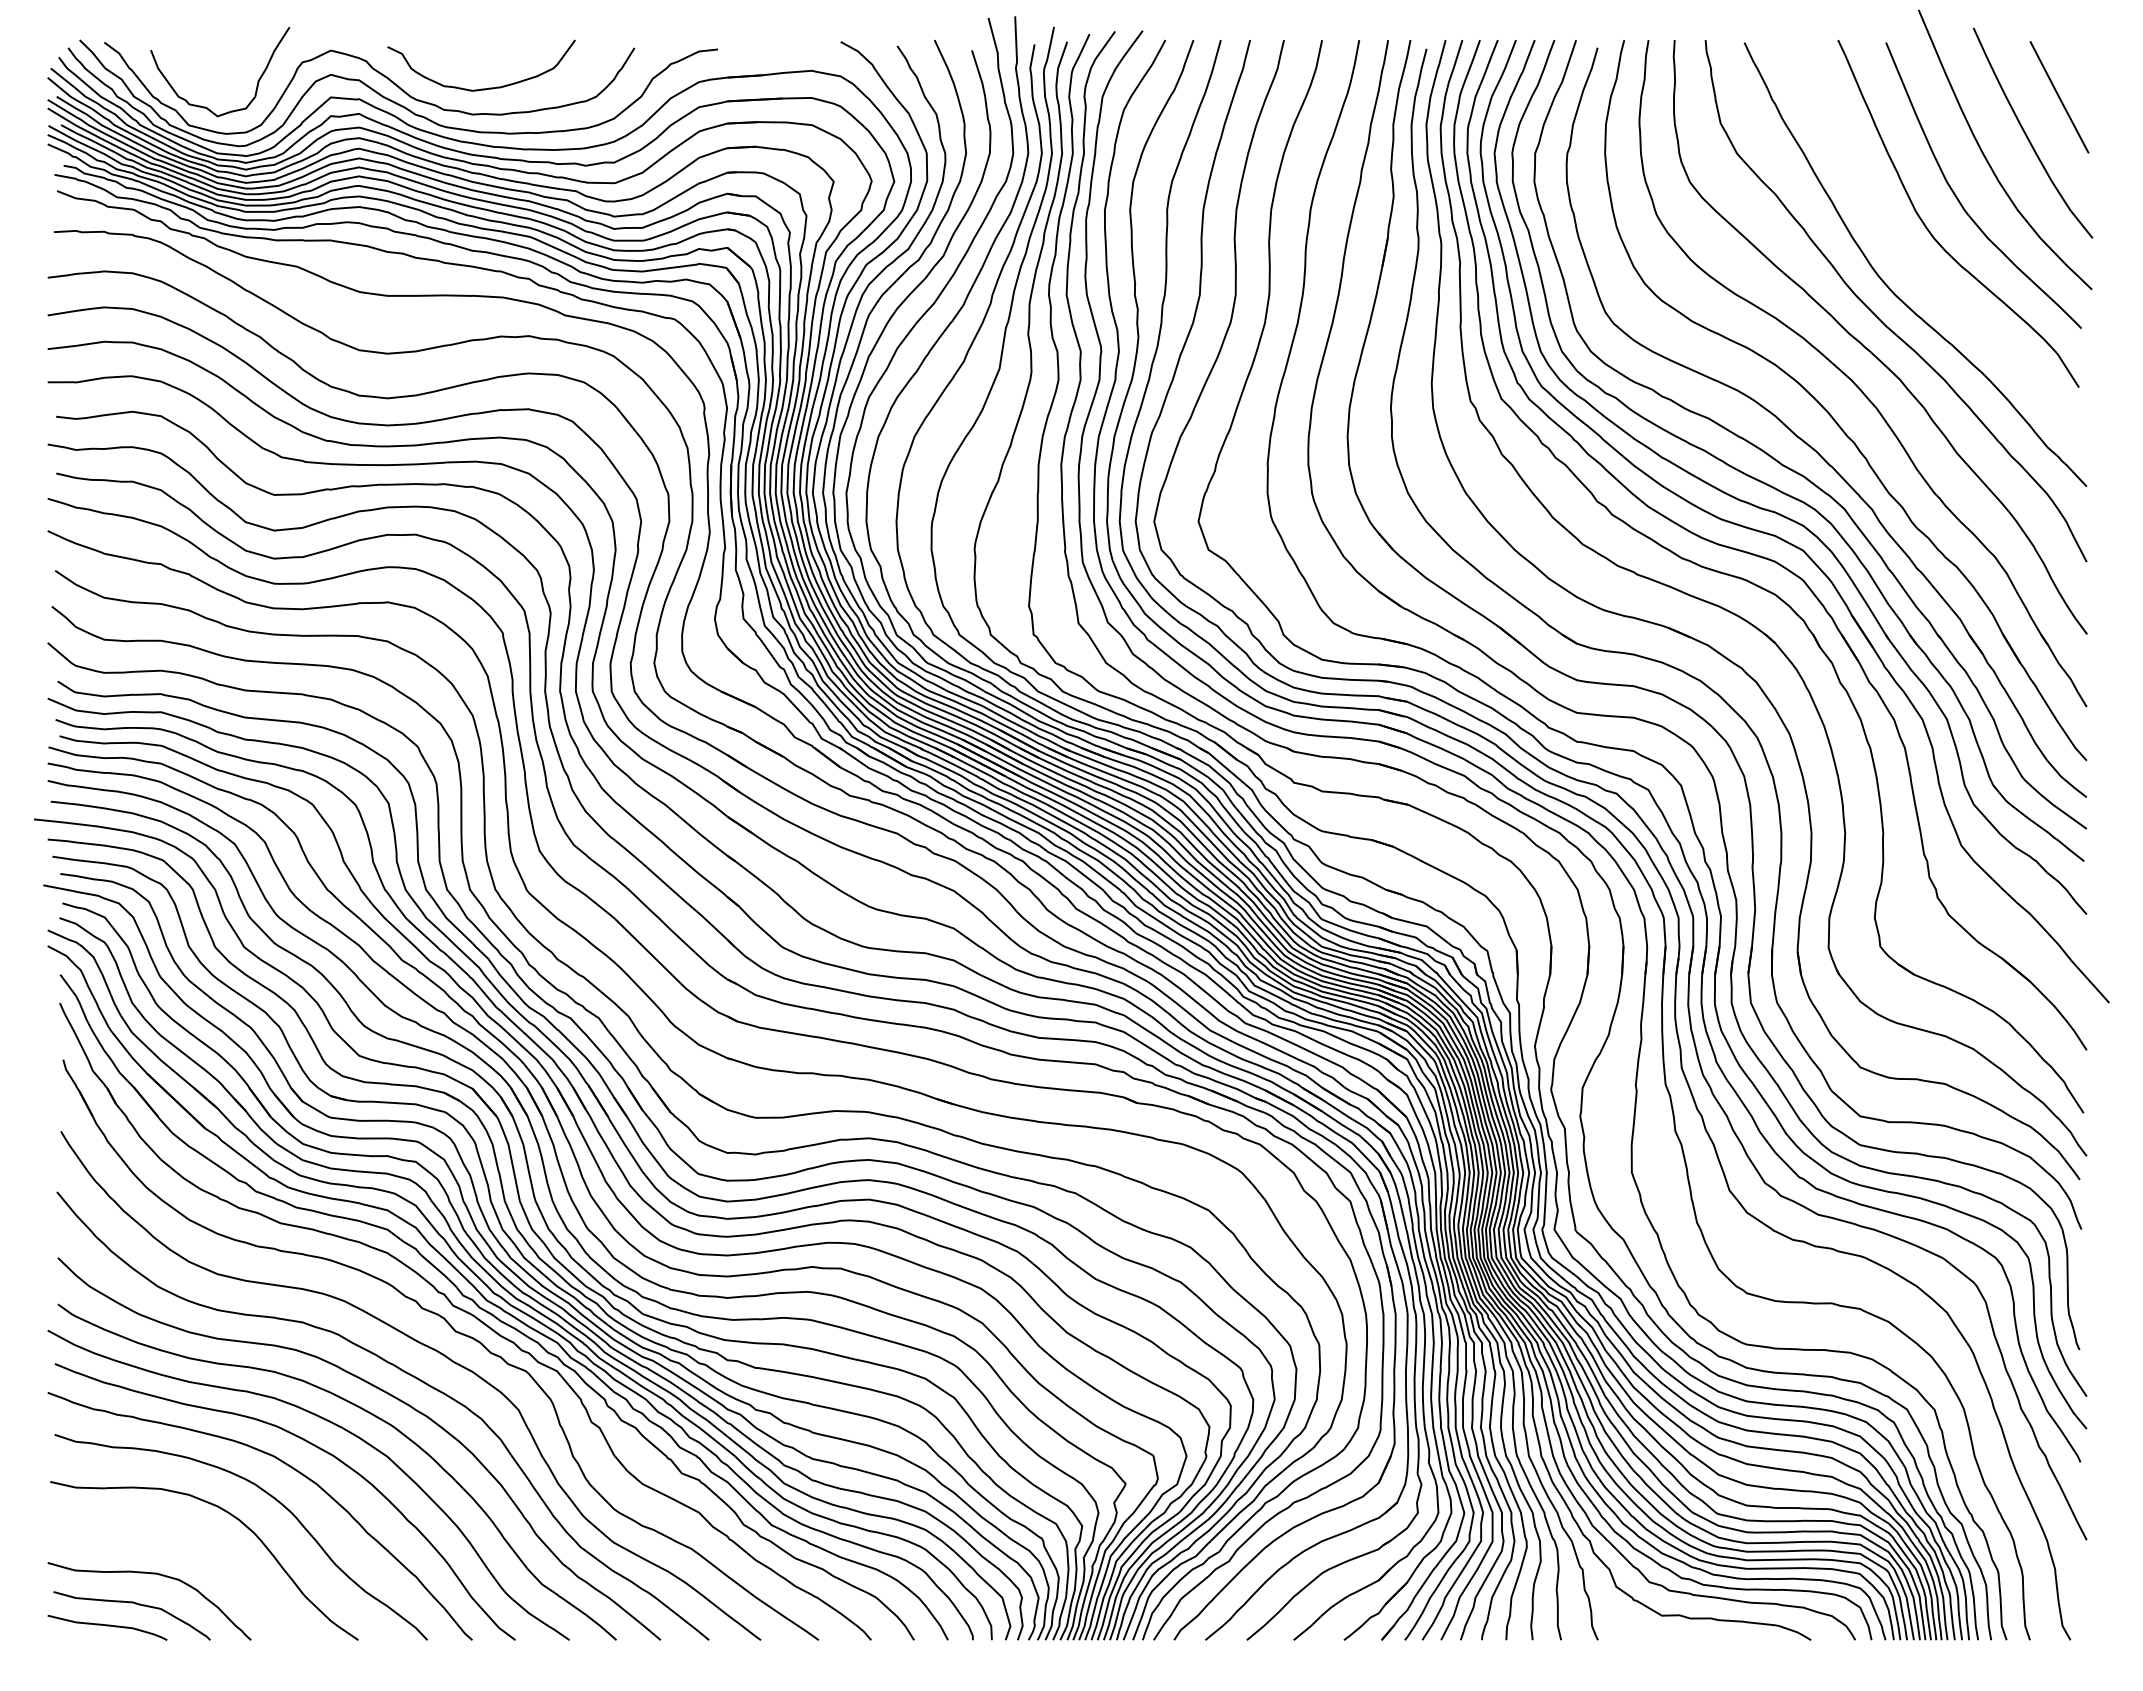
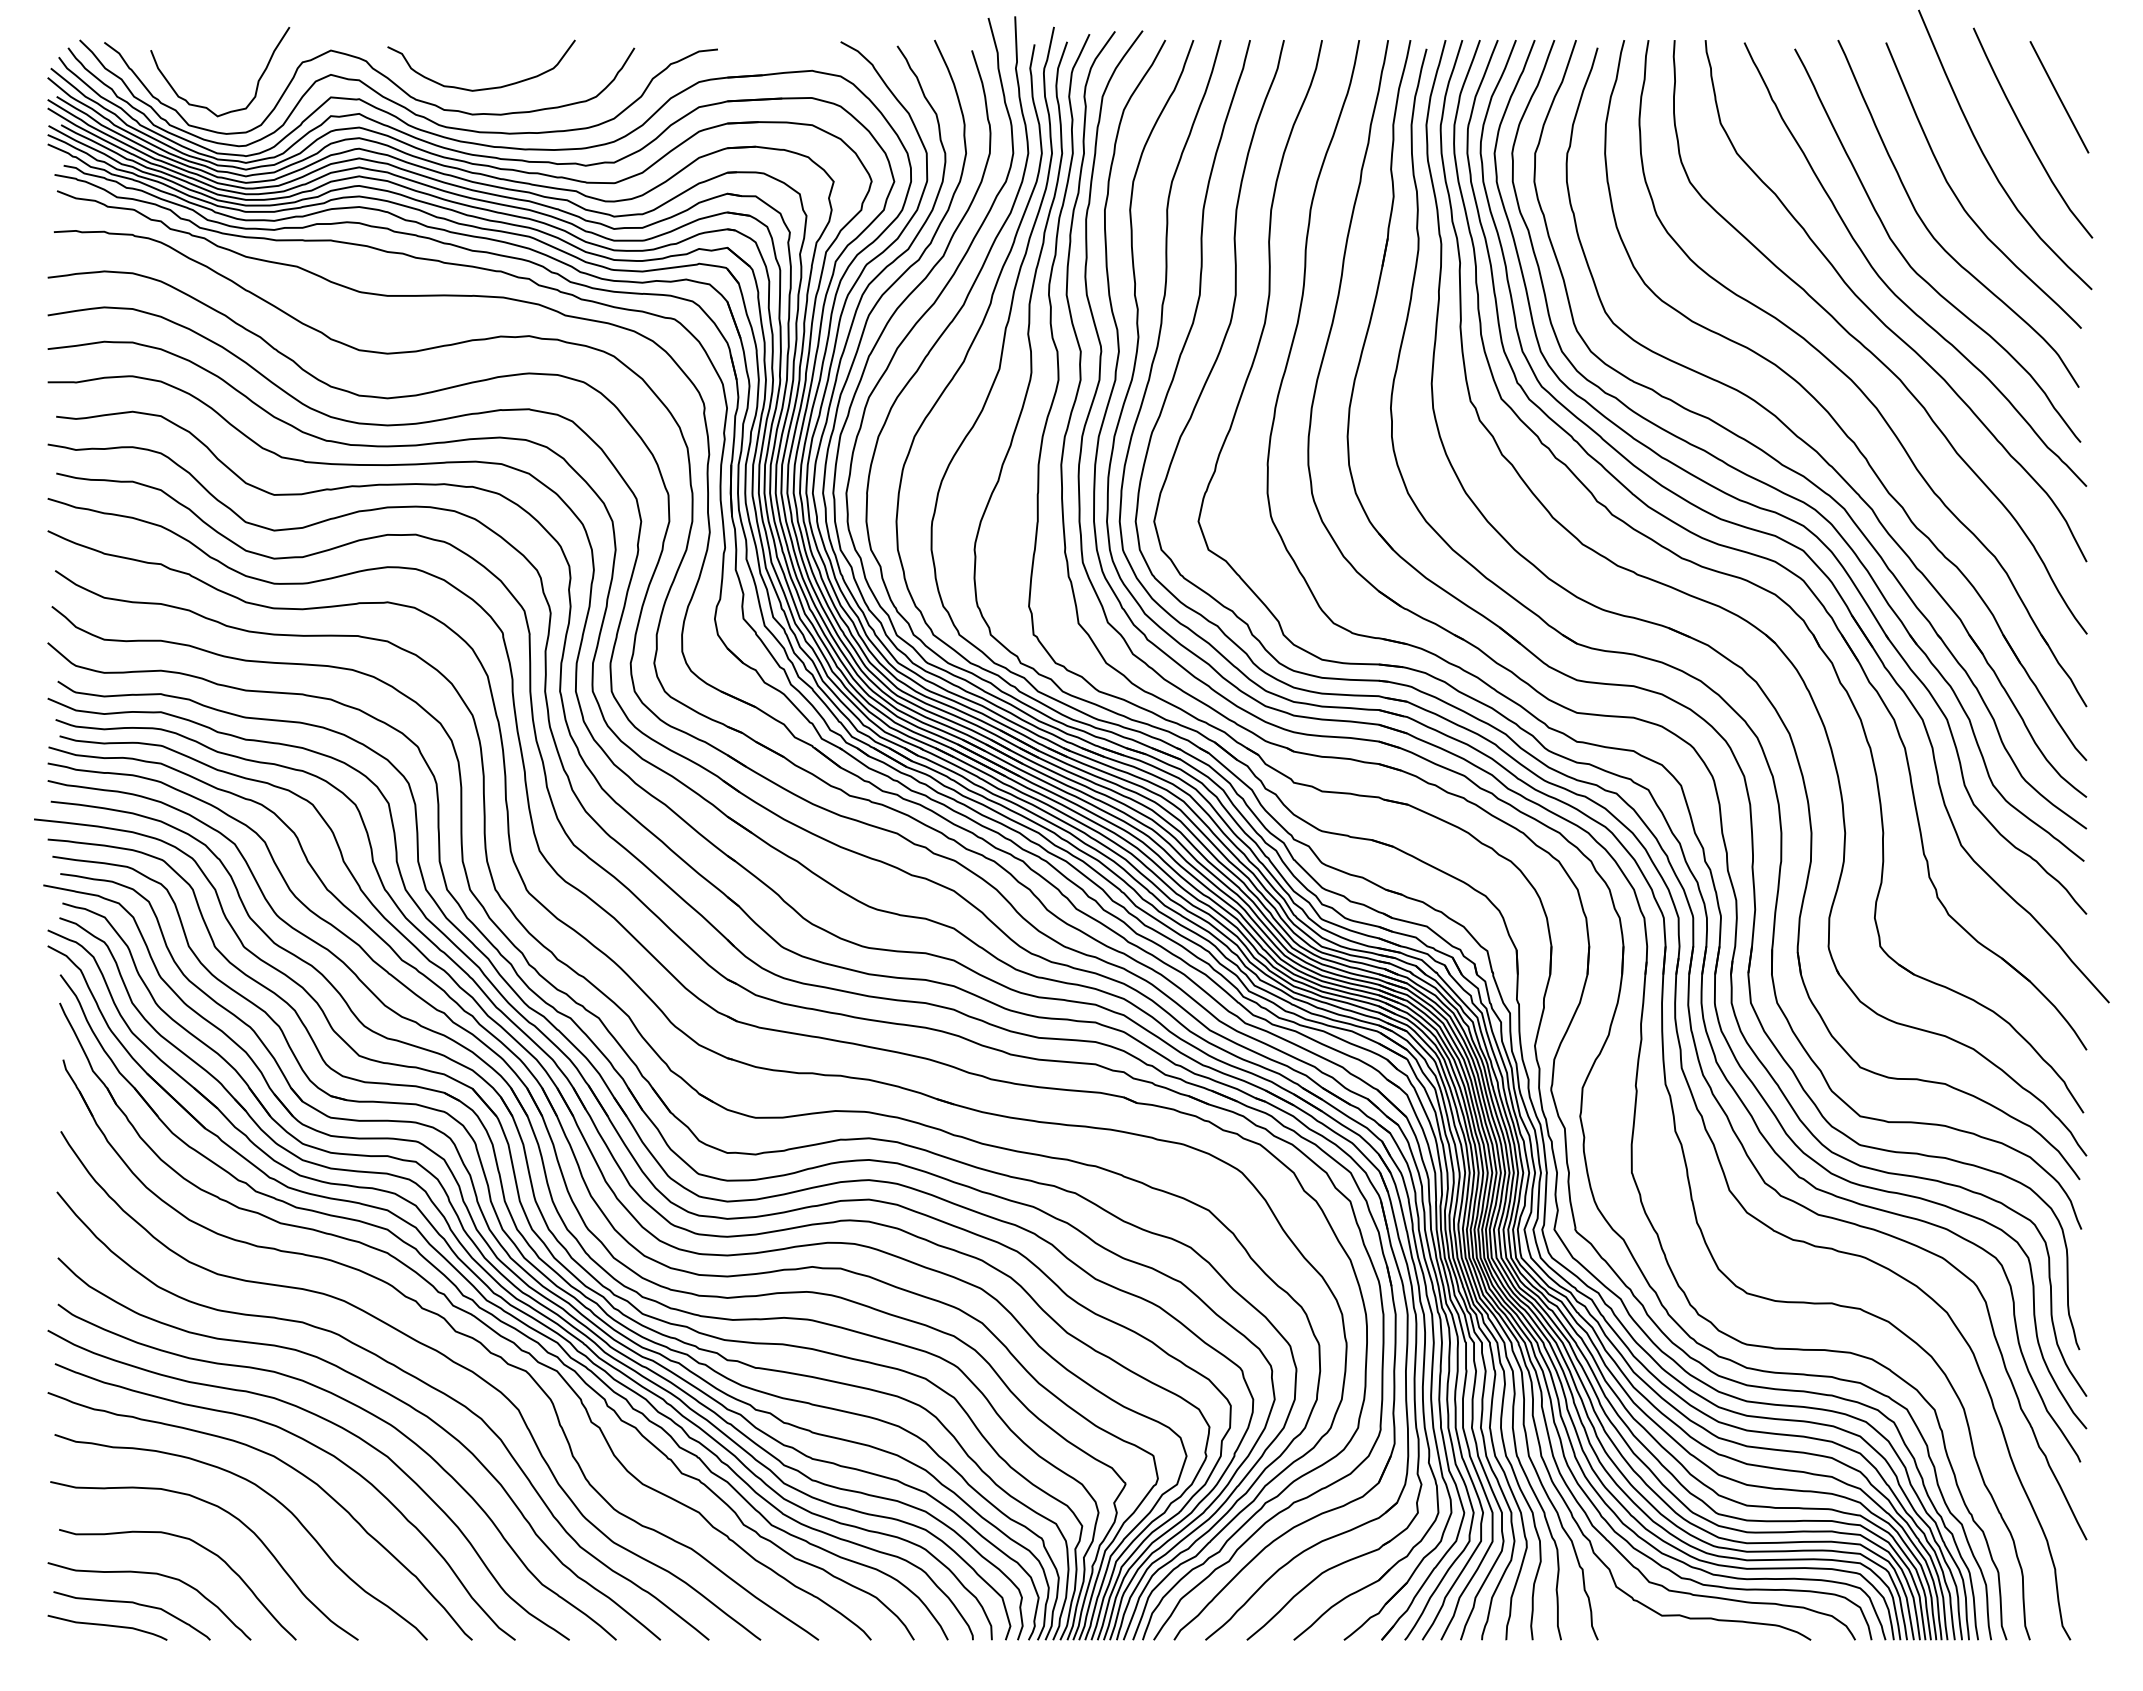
curve at (1910, 264): none -> present
curve at (201, 1547): none -> present
